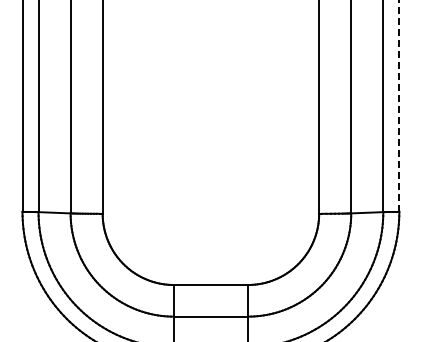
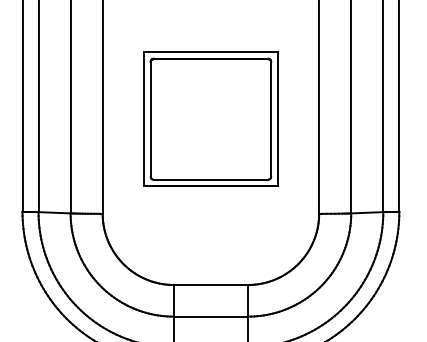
line at (399, 106): dashed -> solid
part at (210, 118): none -> present
